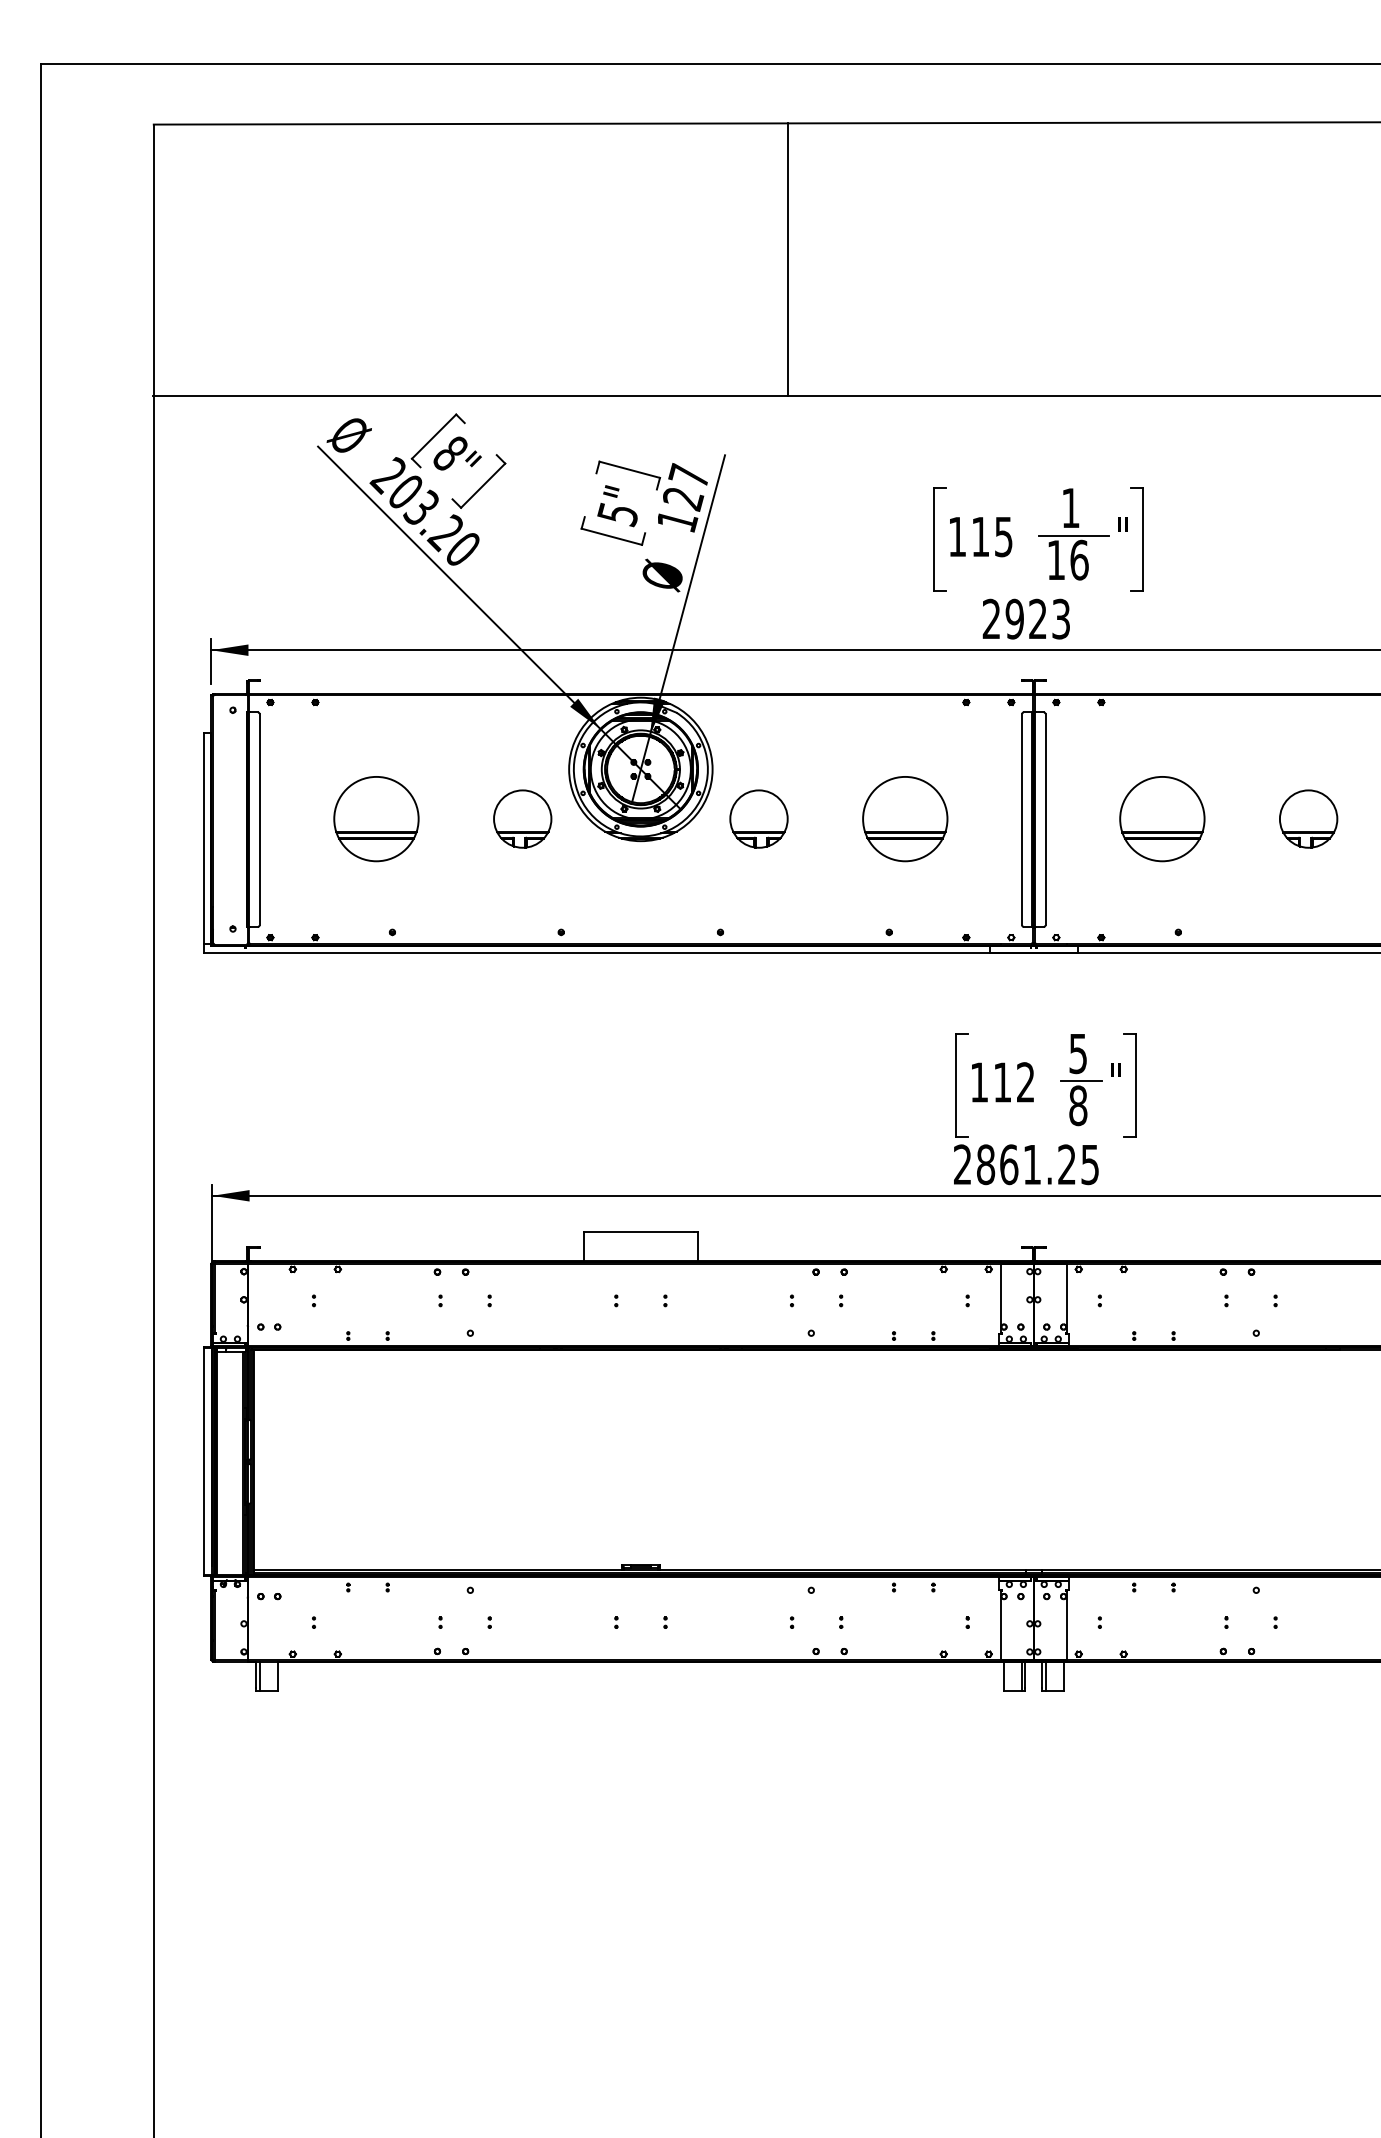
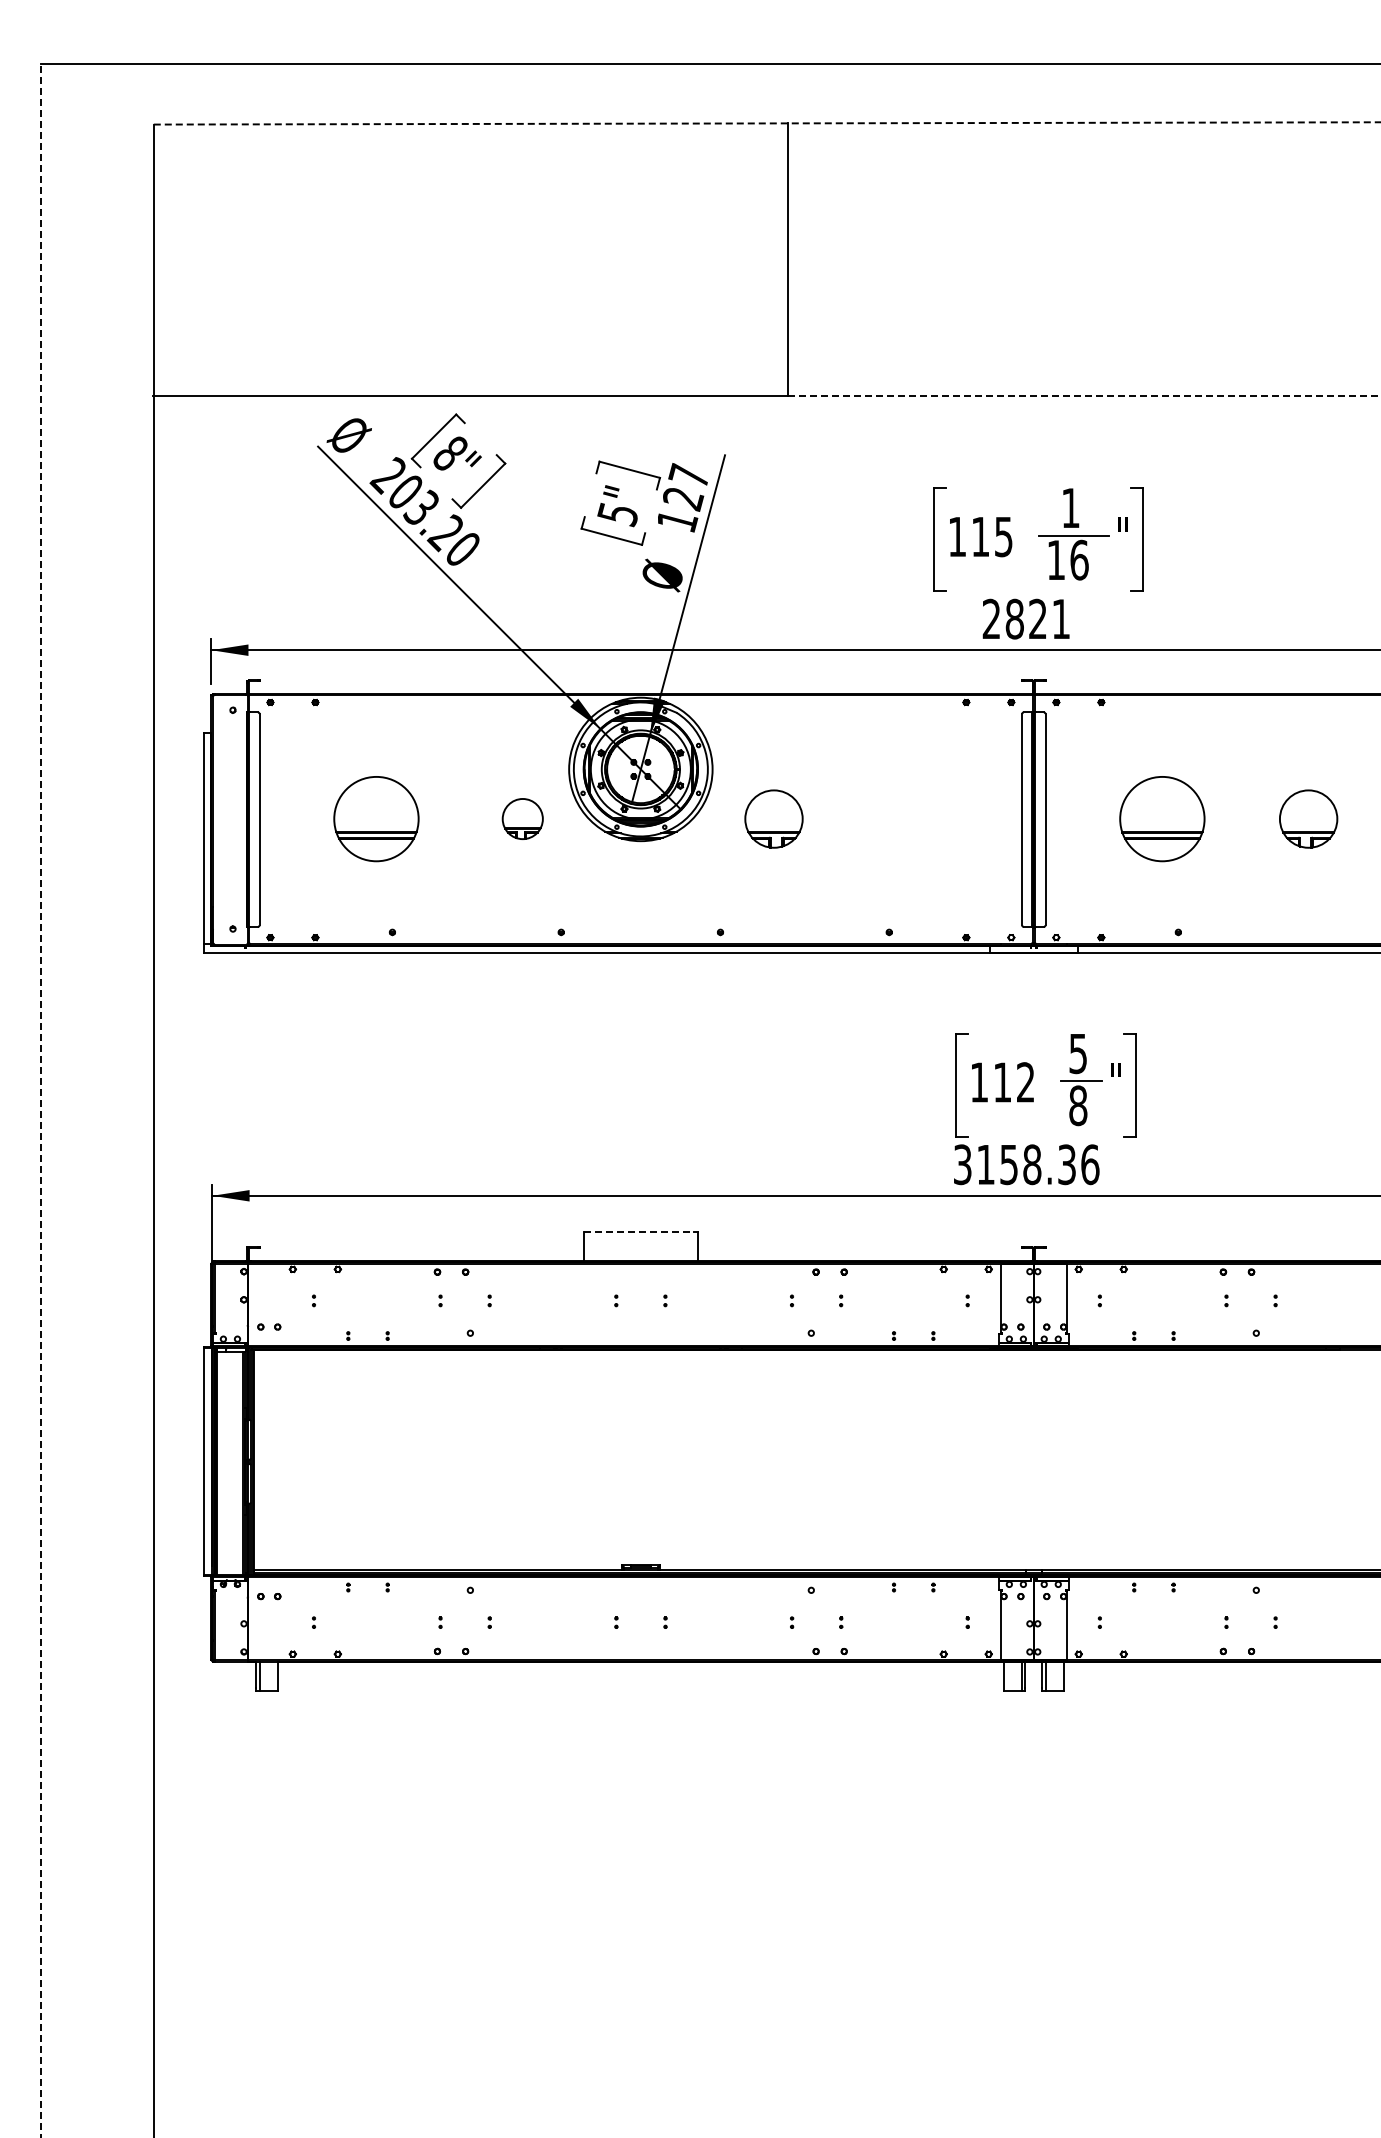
line at (767, 123): solid -> dashed
line at (1084, 396): solid -> dashed
text at (1037, 618): 2923 -> 2821
part at (522, 818) size: 60x60 px -> 43x42 px
part at (758, 818) position: (758, 818) -> (773, 818)
part at (905, 819): present -> none
line at (41, 1101): solid -> dashed
text at (1026, 1164): 2861.25 -> 3158.36
line at (638, 1231): solid -> dashed
